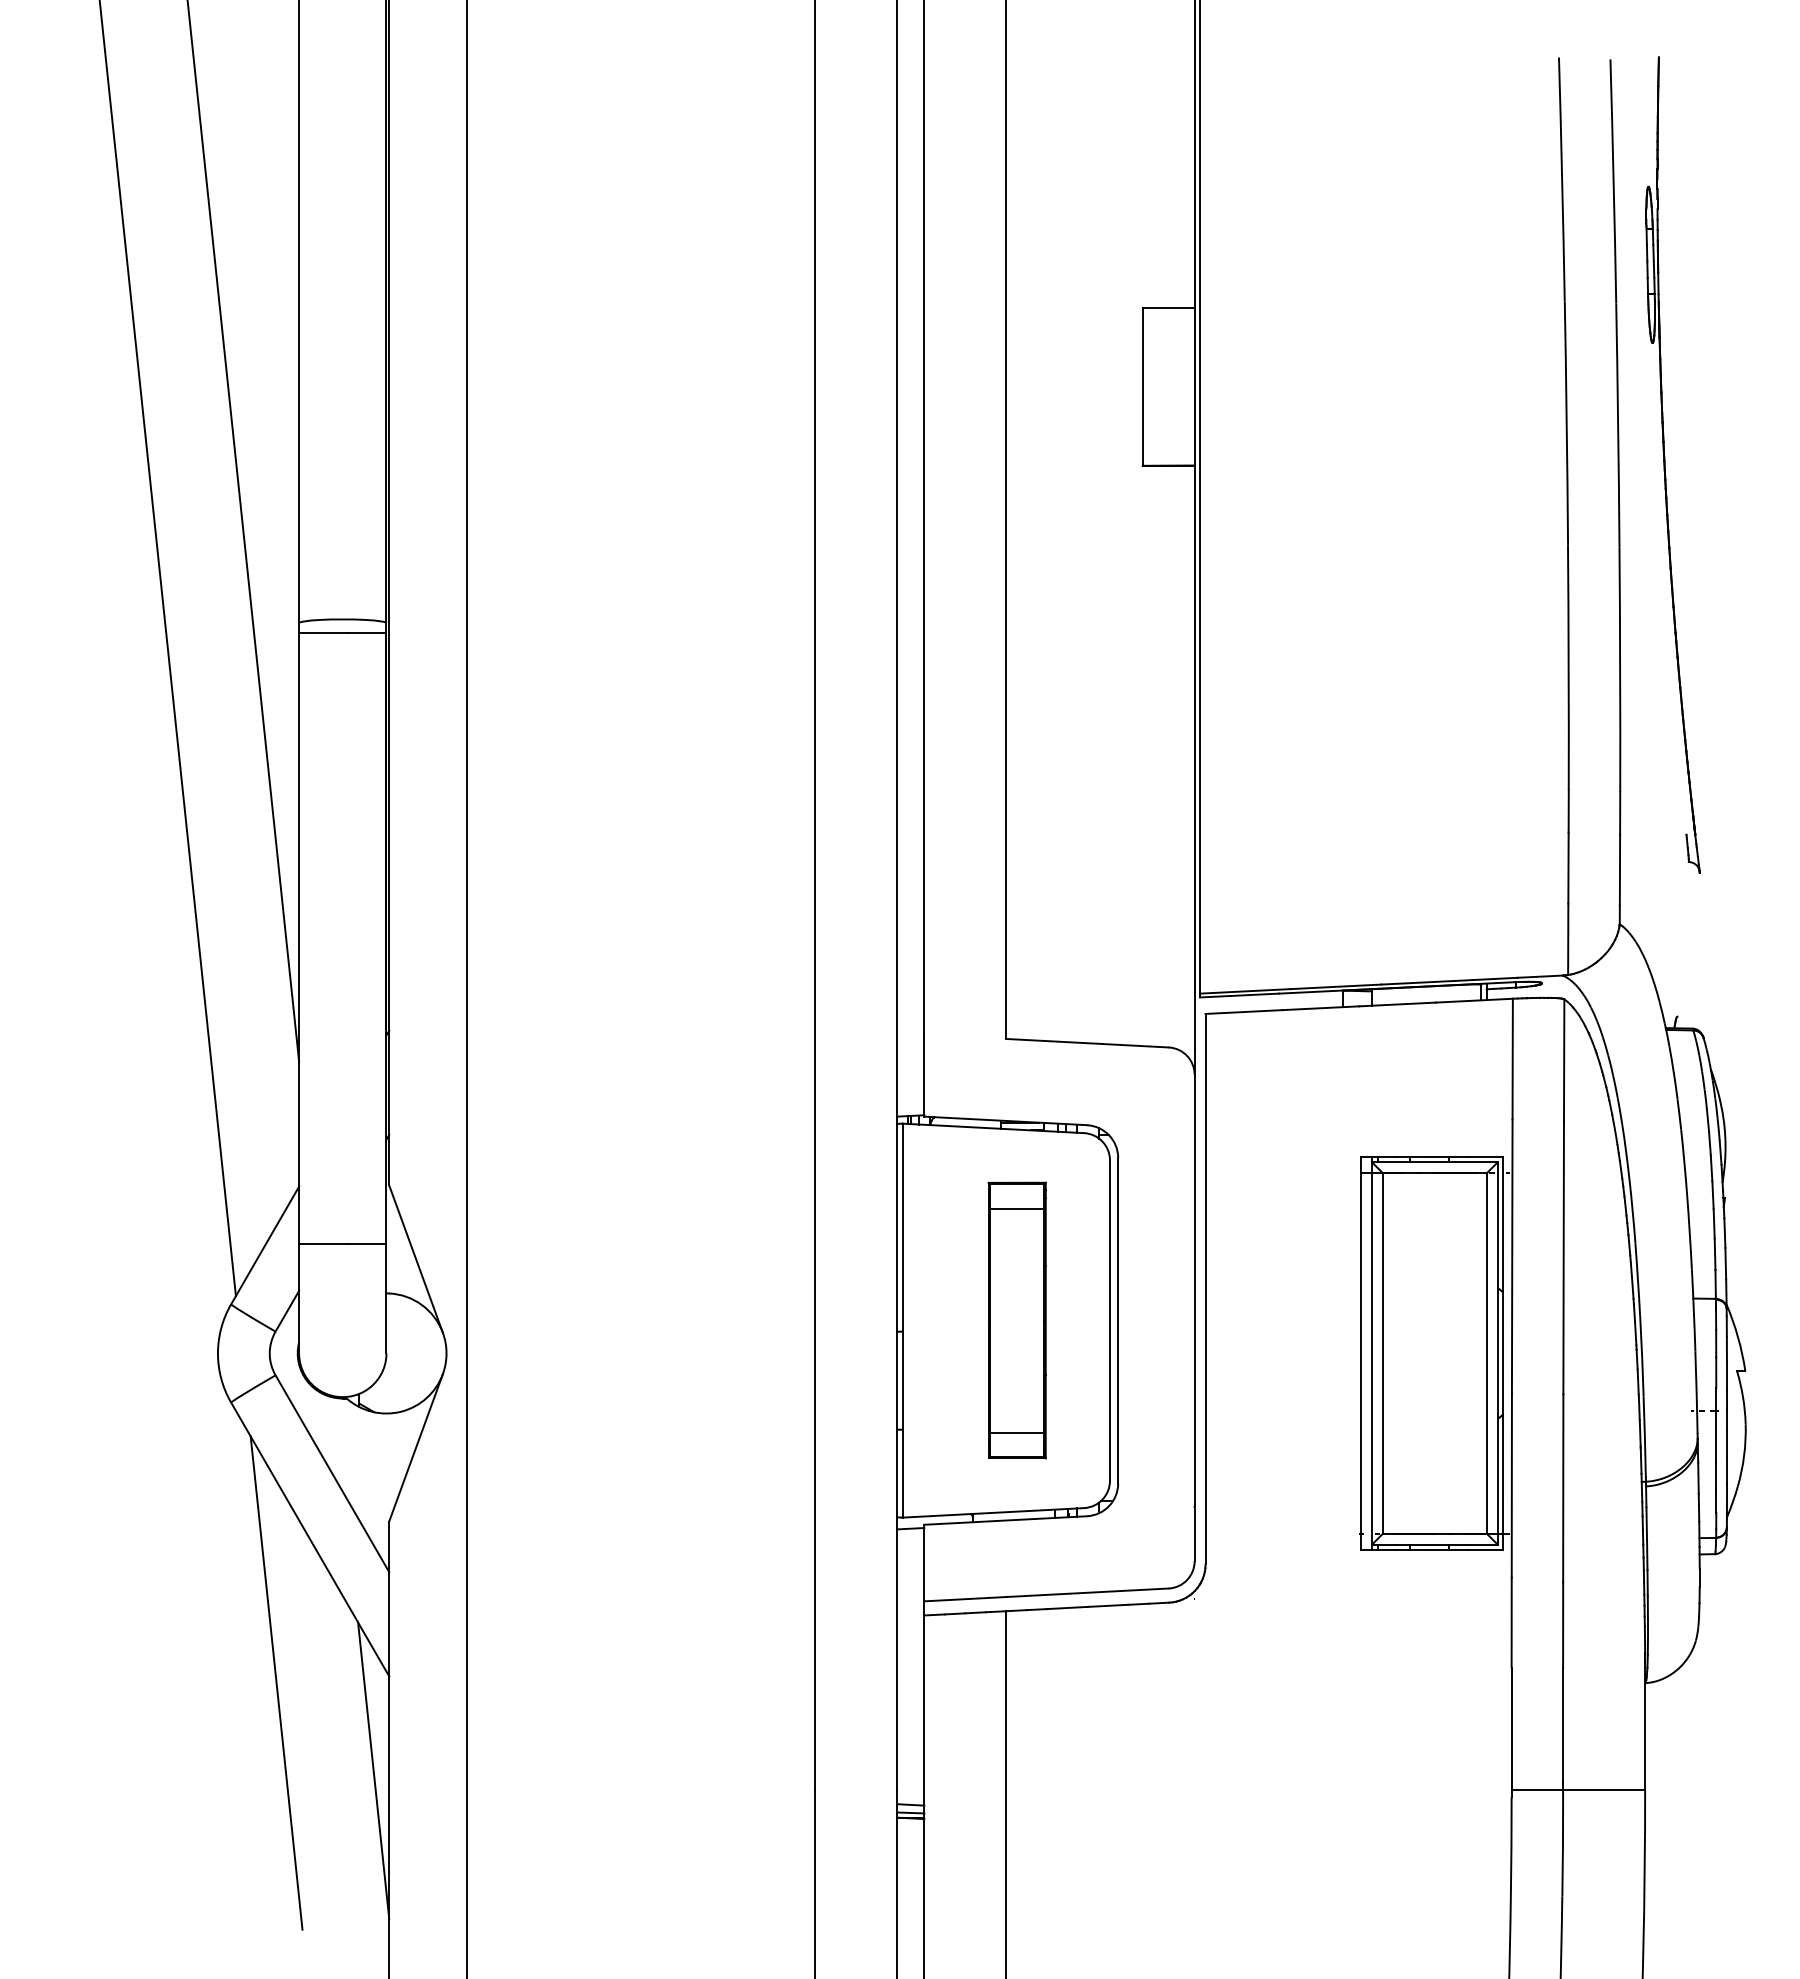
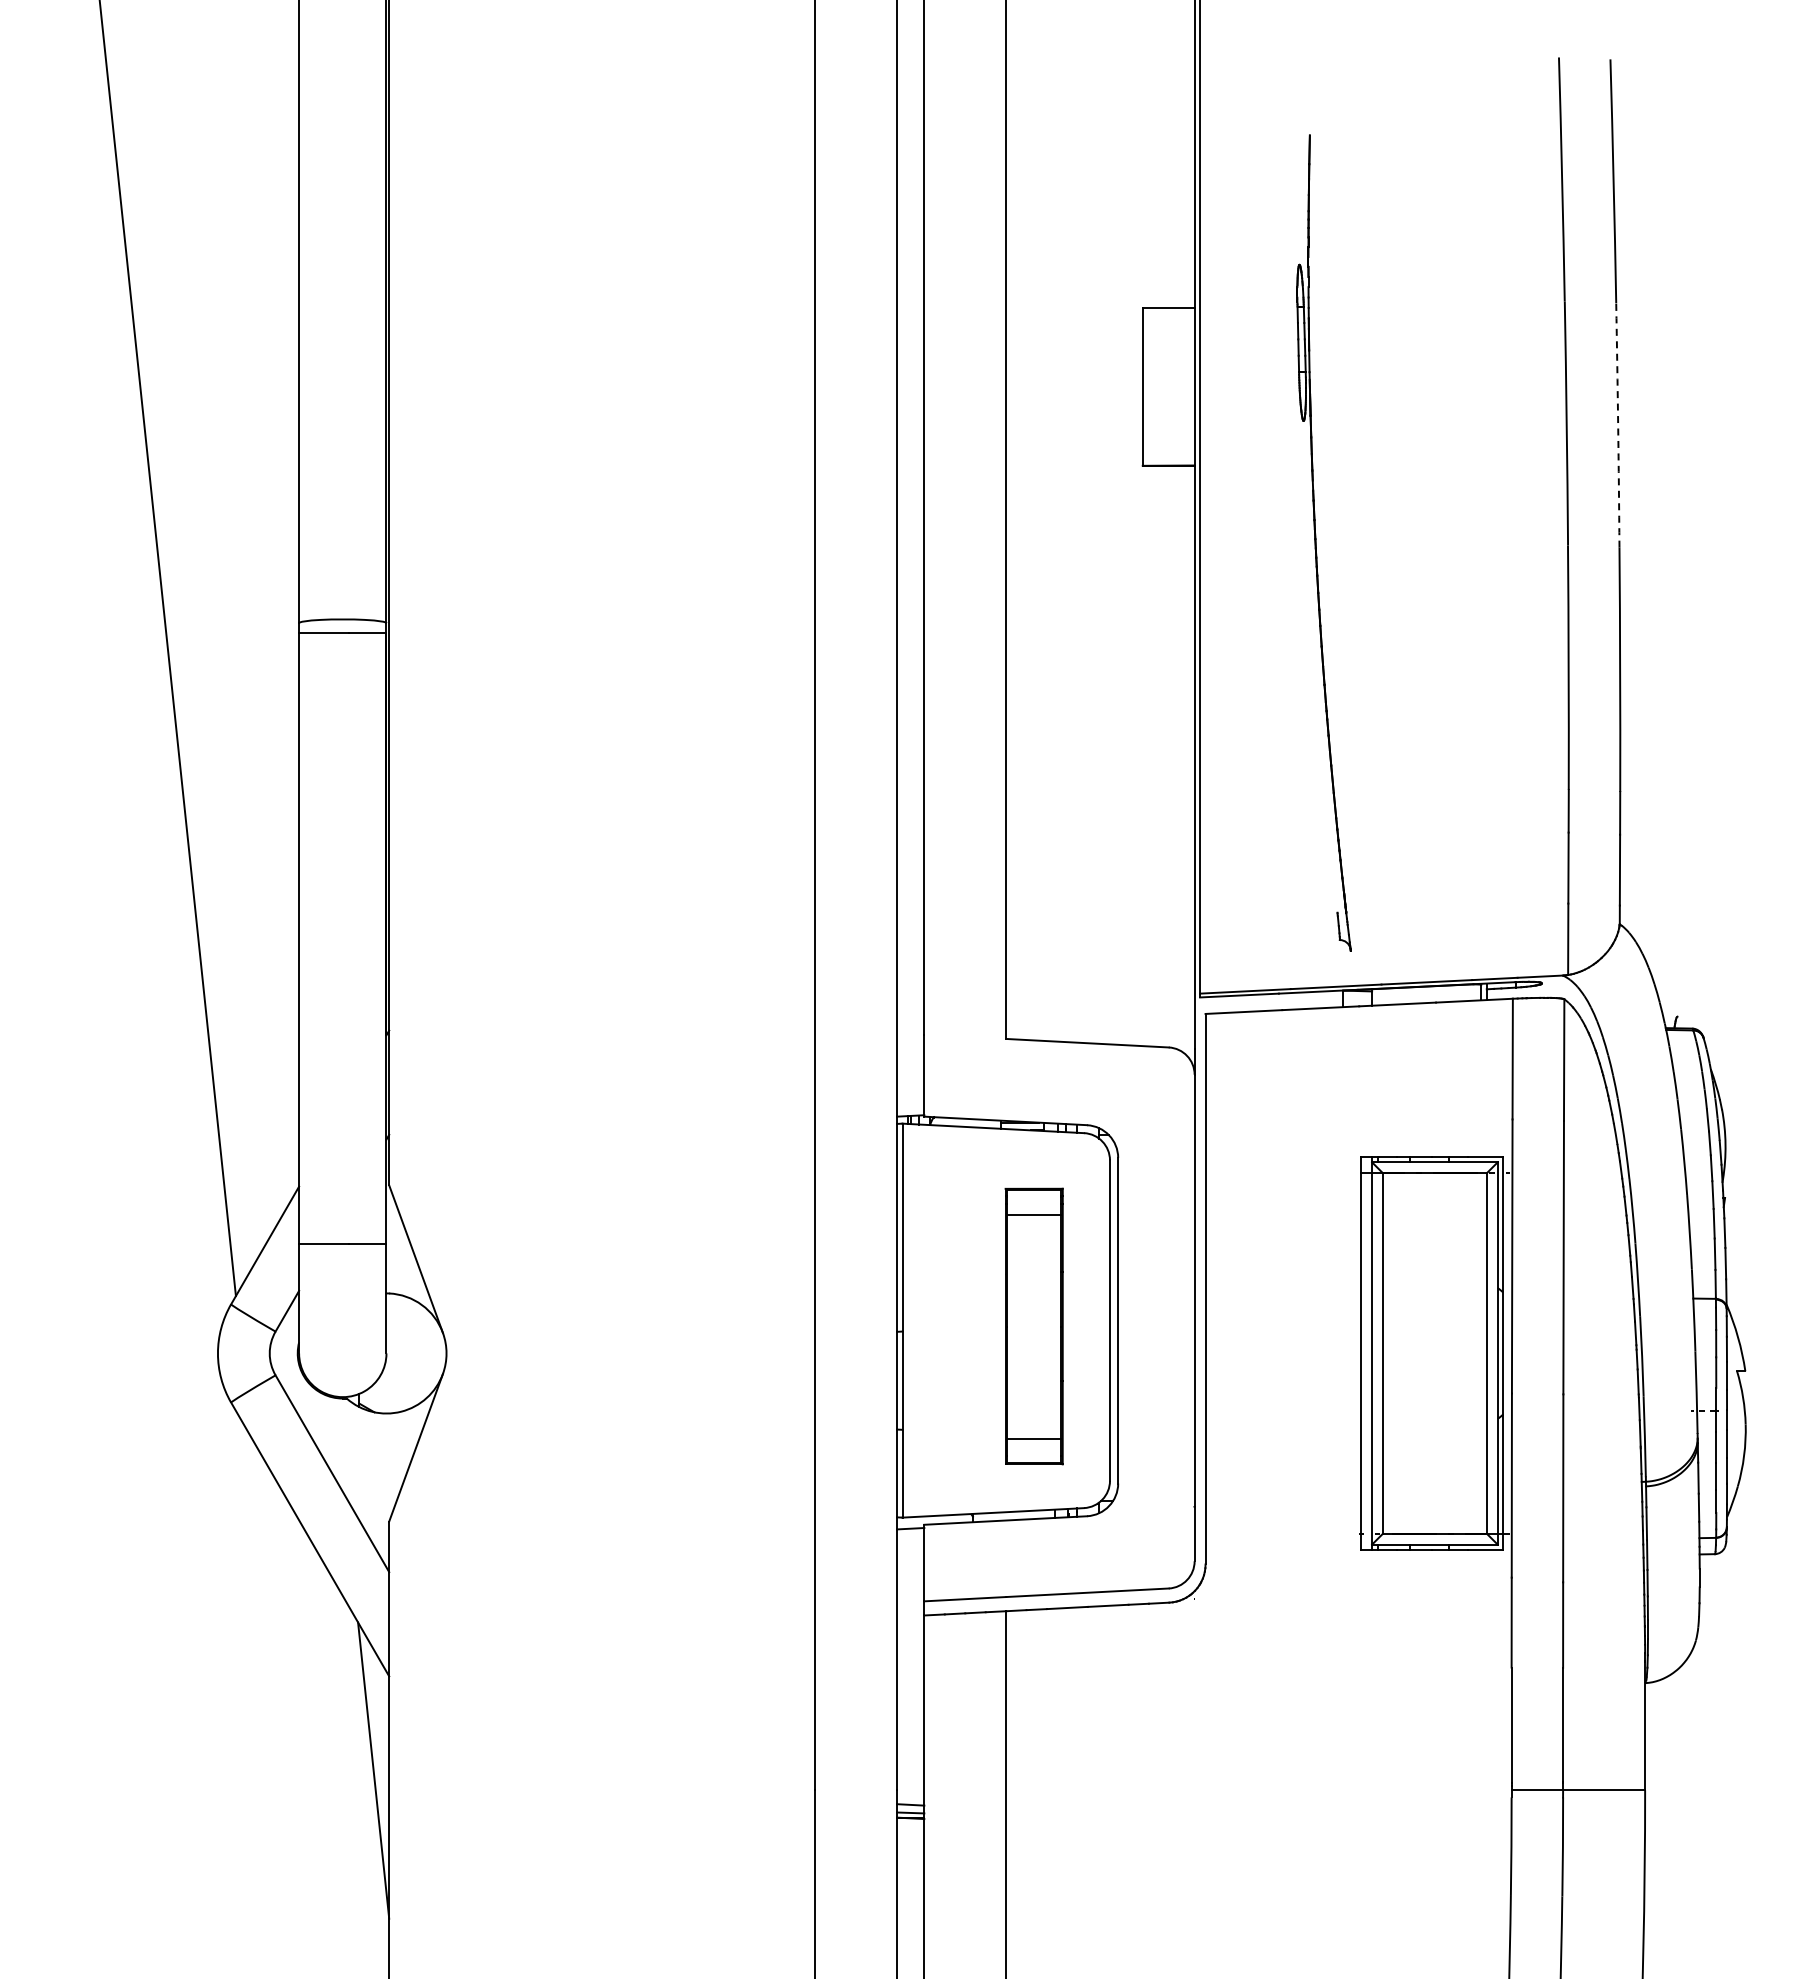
arc at (1618, 425): solid -> dashed
part at (1665, 464) position: (1665, 464) -> (1316, 542)
line at (243, 531): present -> none
line at (466, 988): present -> none
part at (1016, 1320) position: (1016, 1320) -> (1033, 1326)
line at (276, 1682): present -> none
